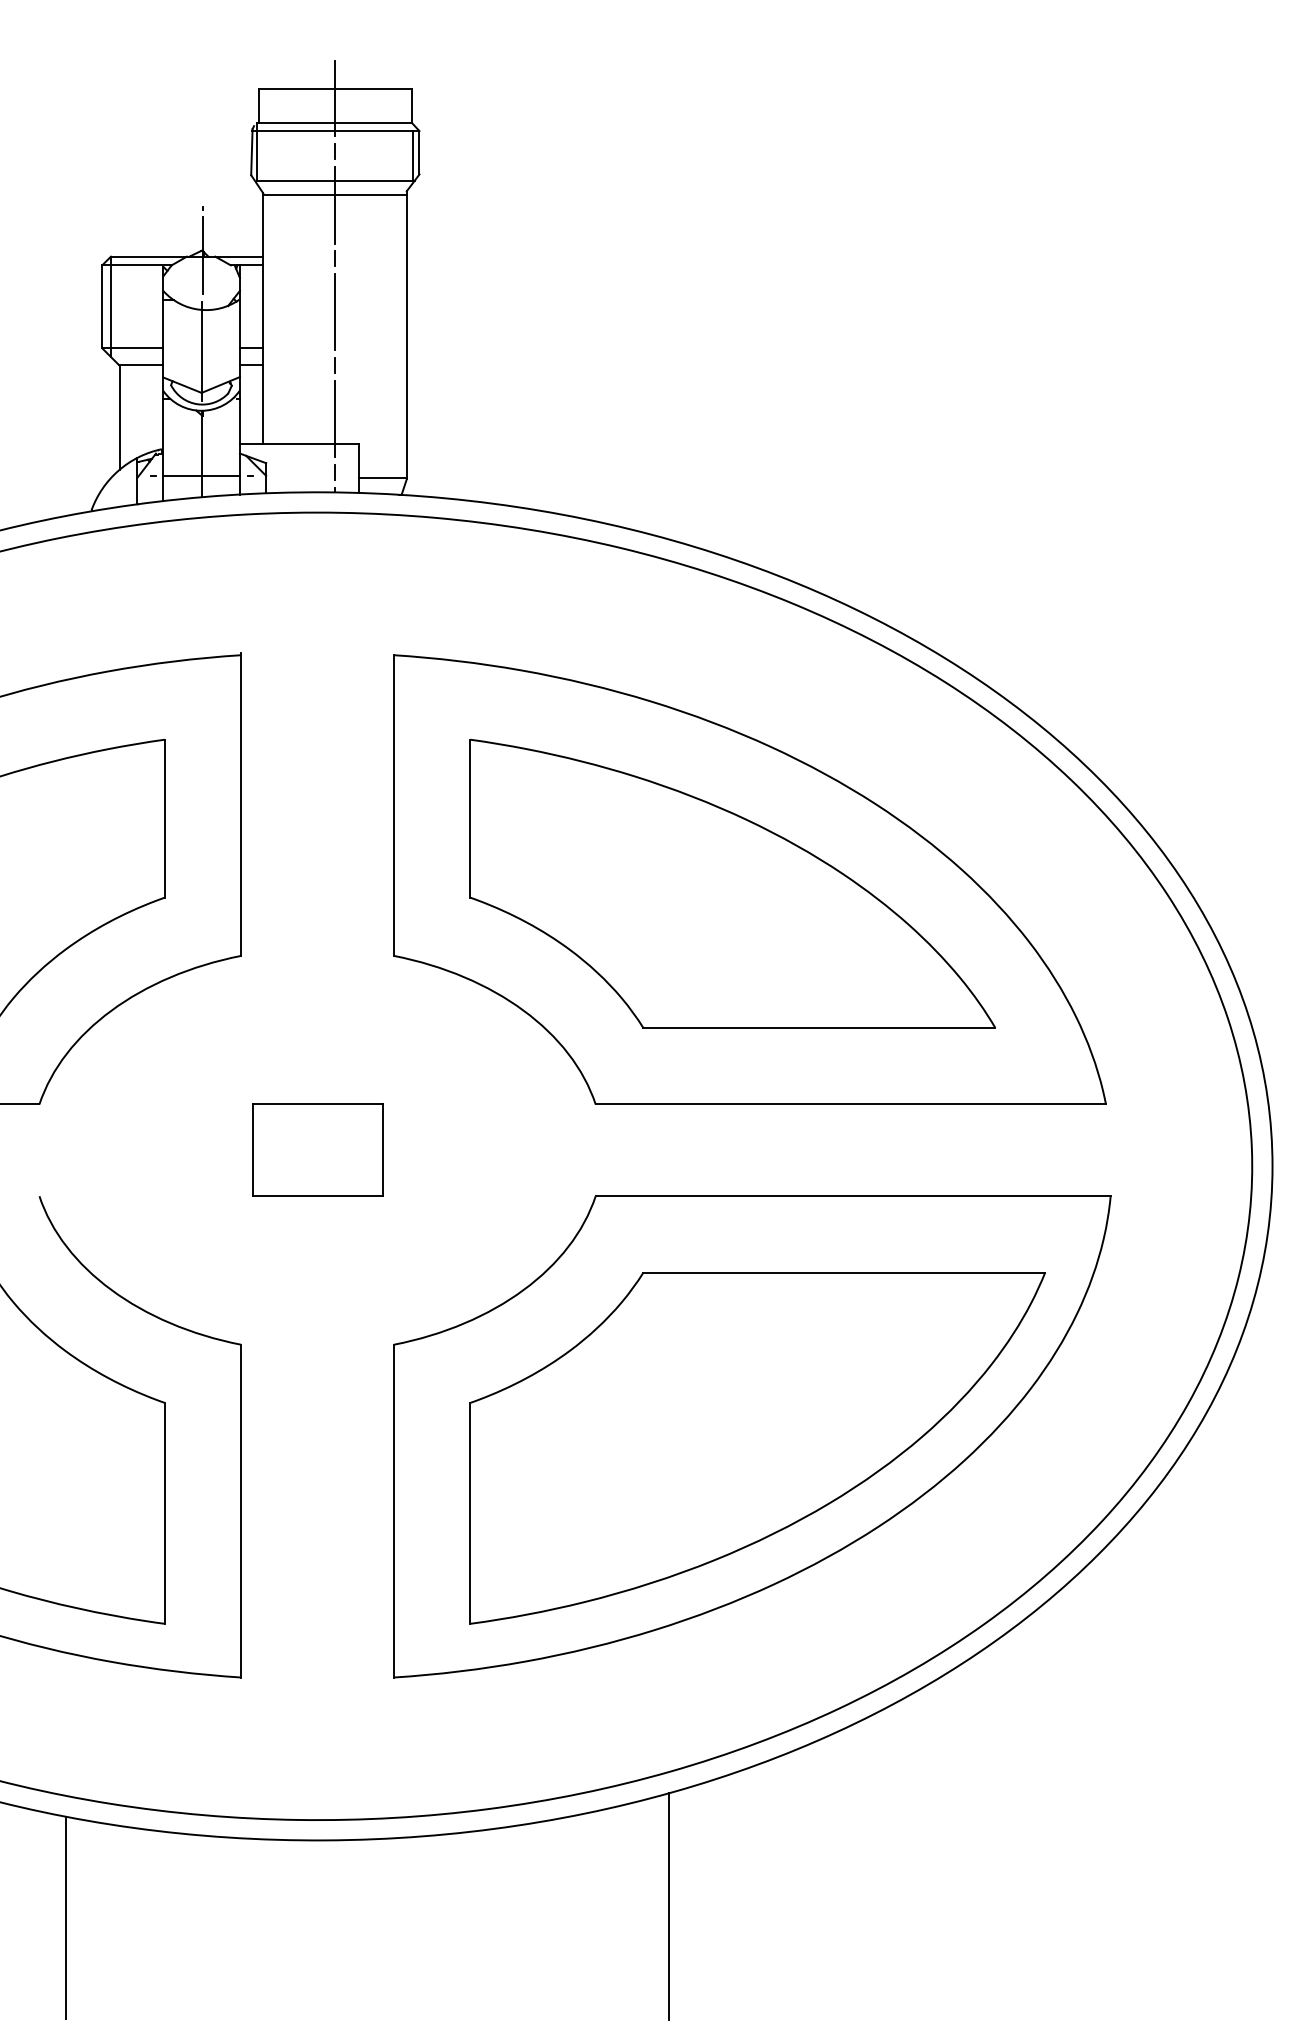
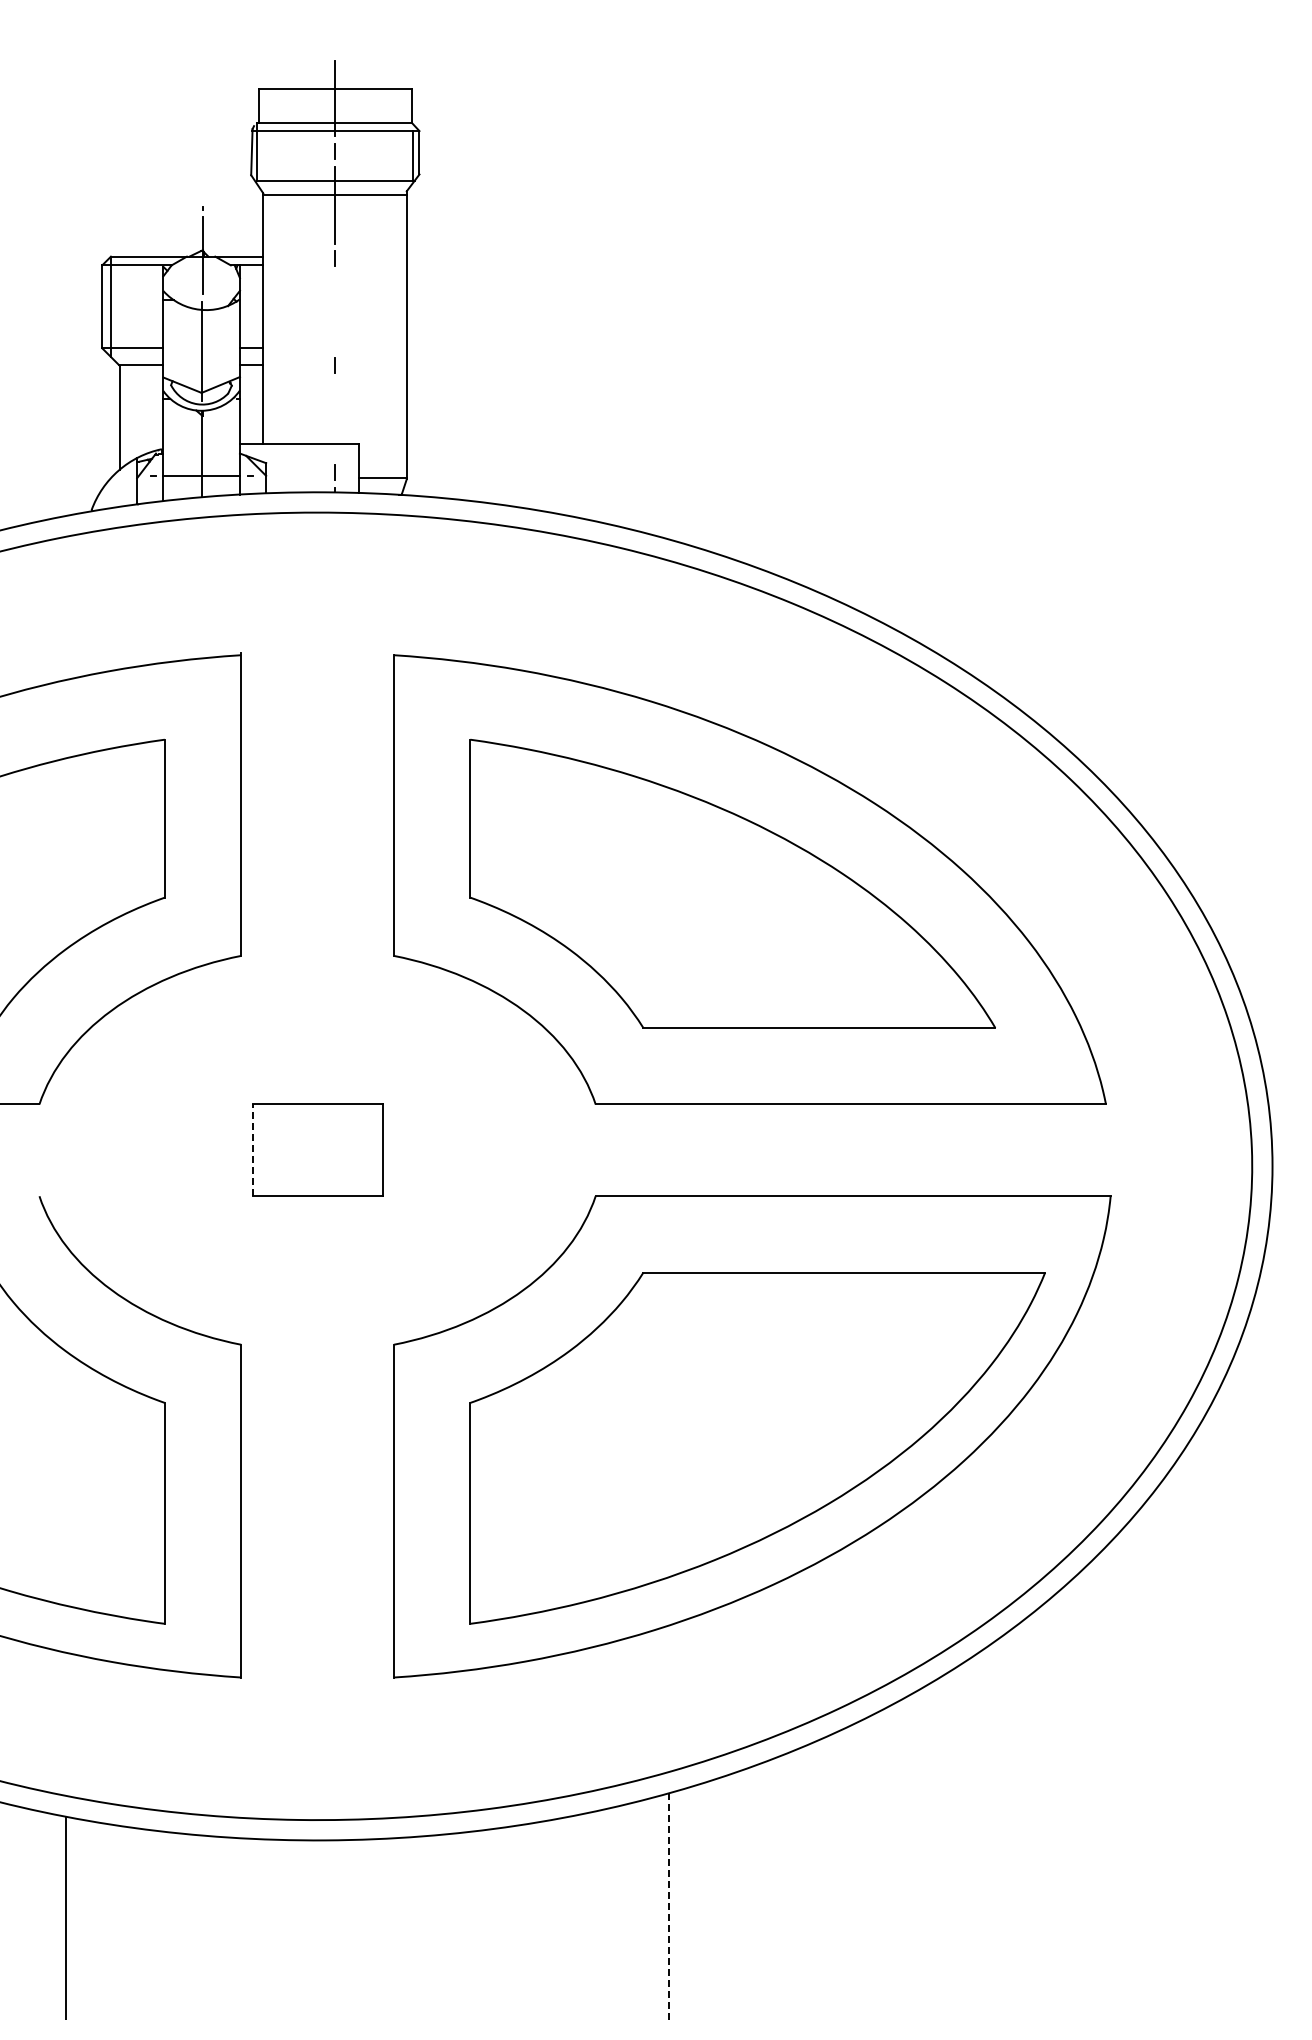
line at (335, 312): present -> none
line at (335, 418): present -> none
line at (252, 1150): solid -> dashed
line at (668, 1906): solid -> dashed
